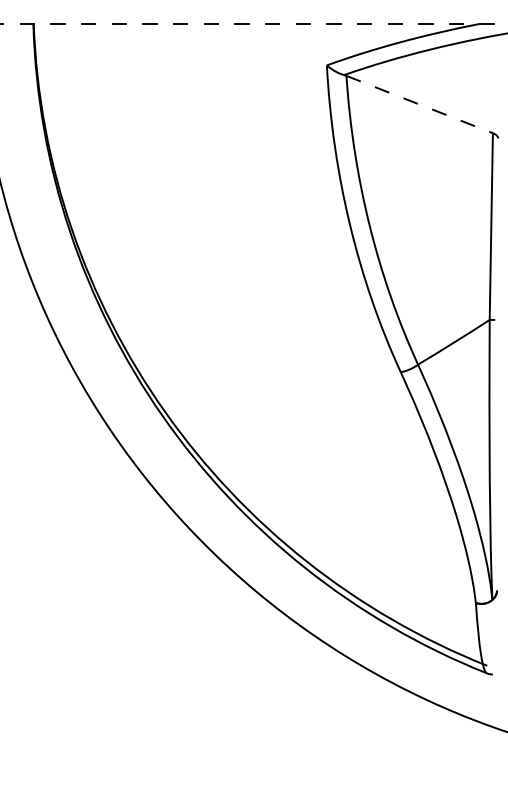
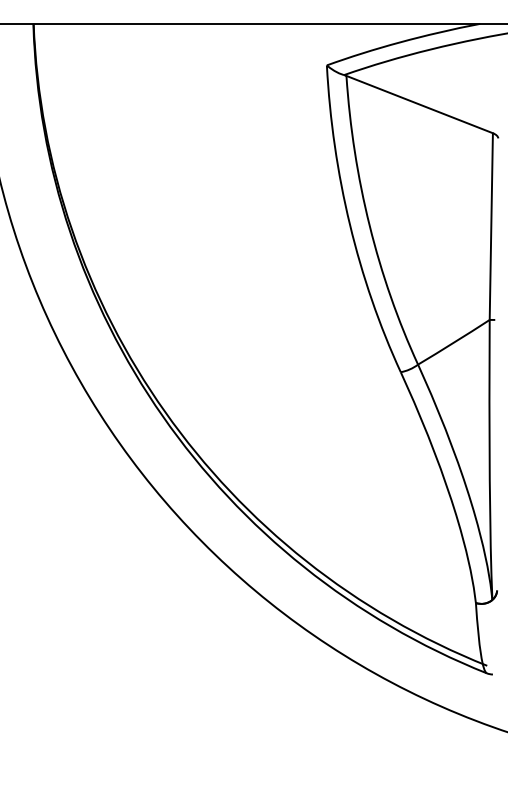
line at (254, 23): dashed -> solid
line at (419, 104): dashed -> solid
